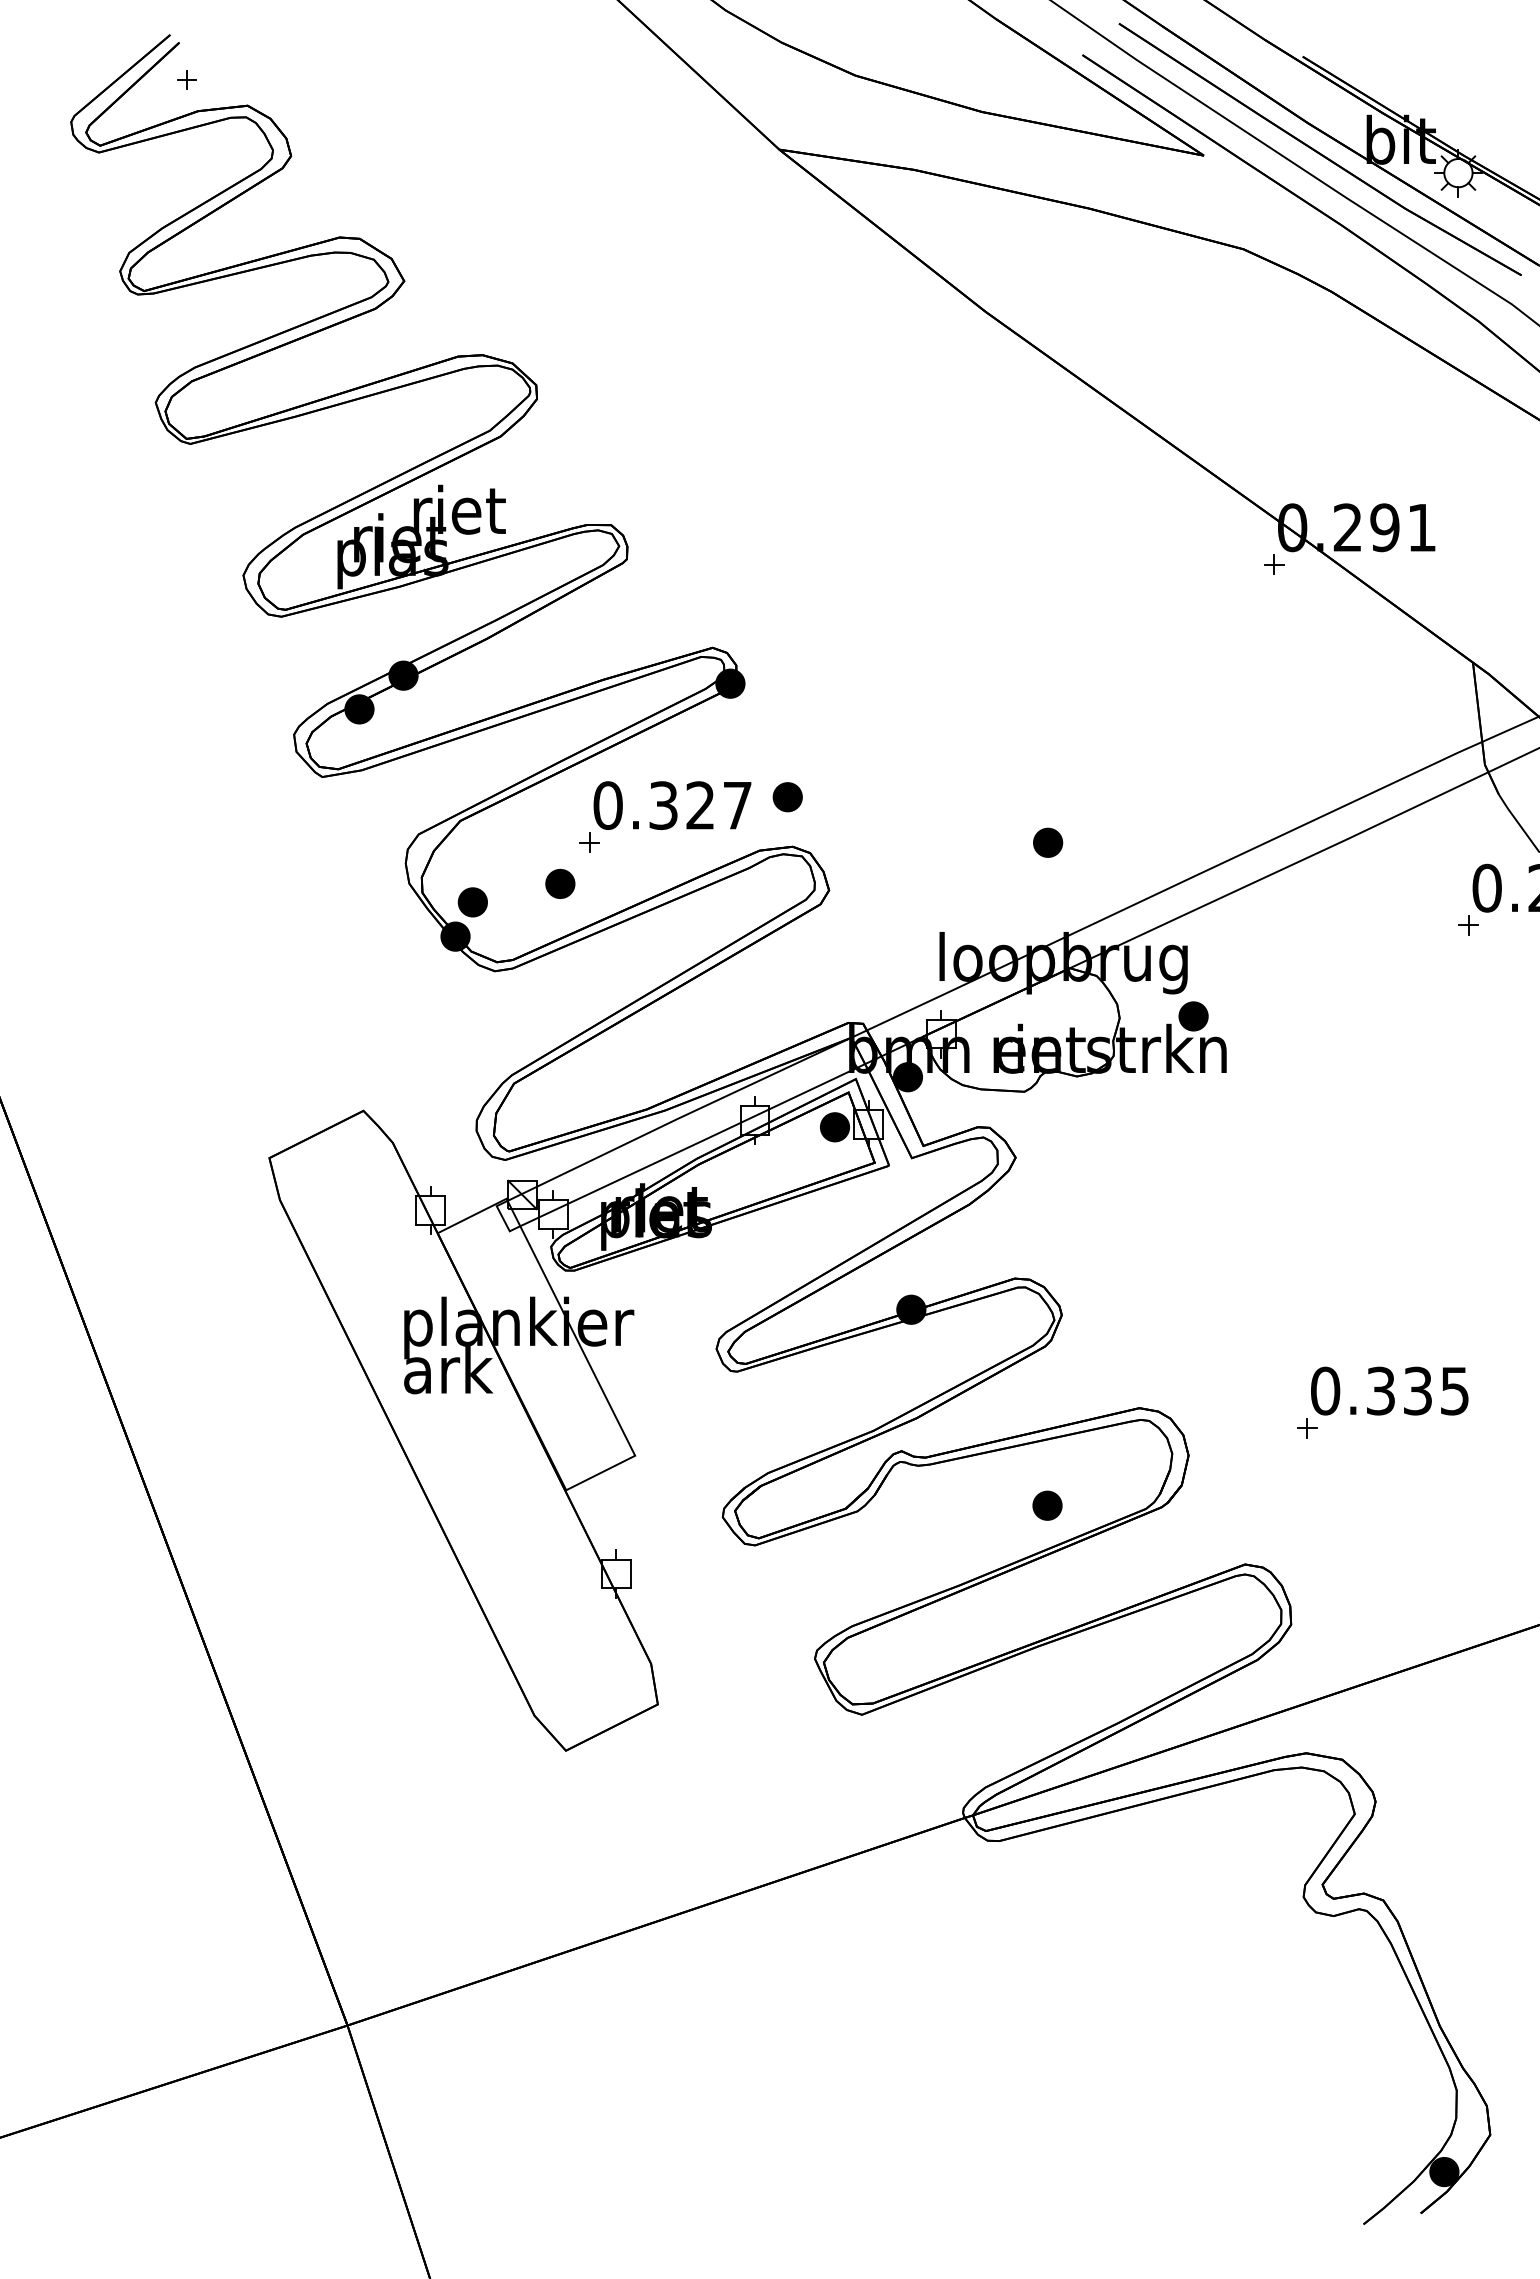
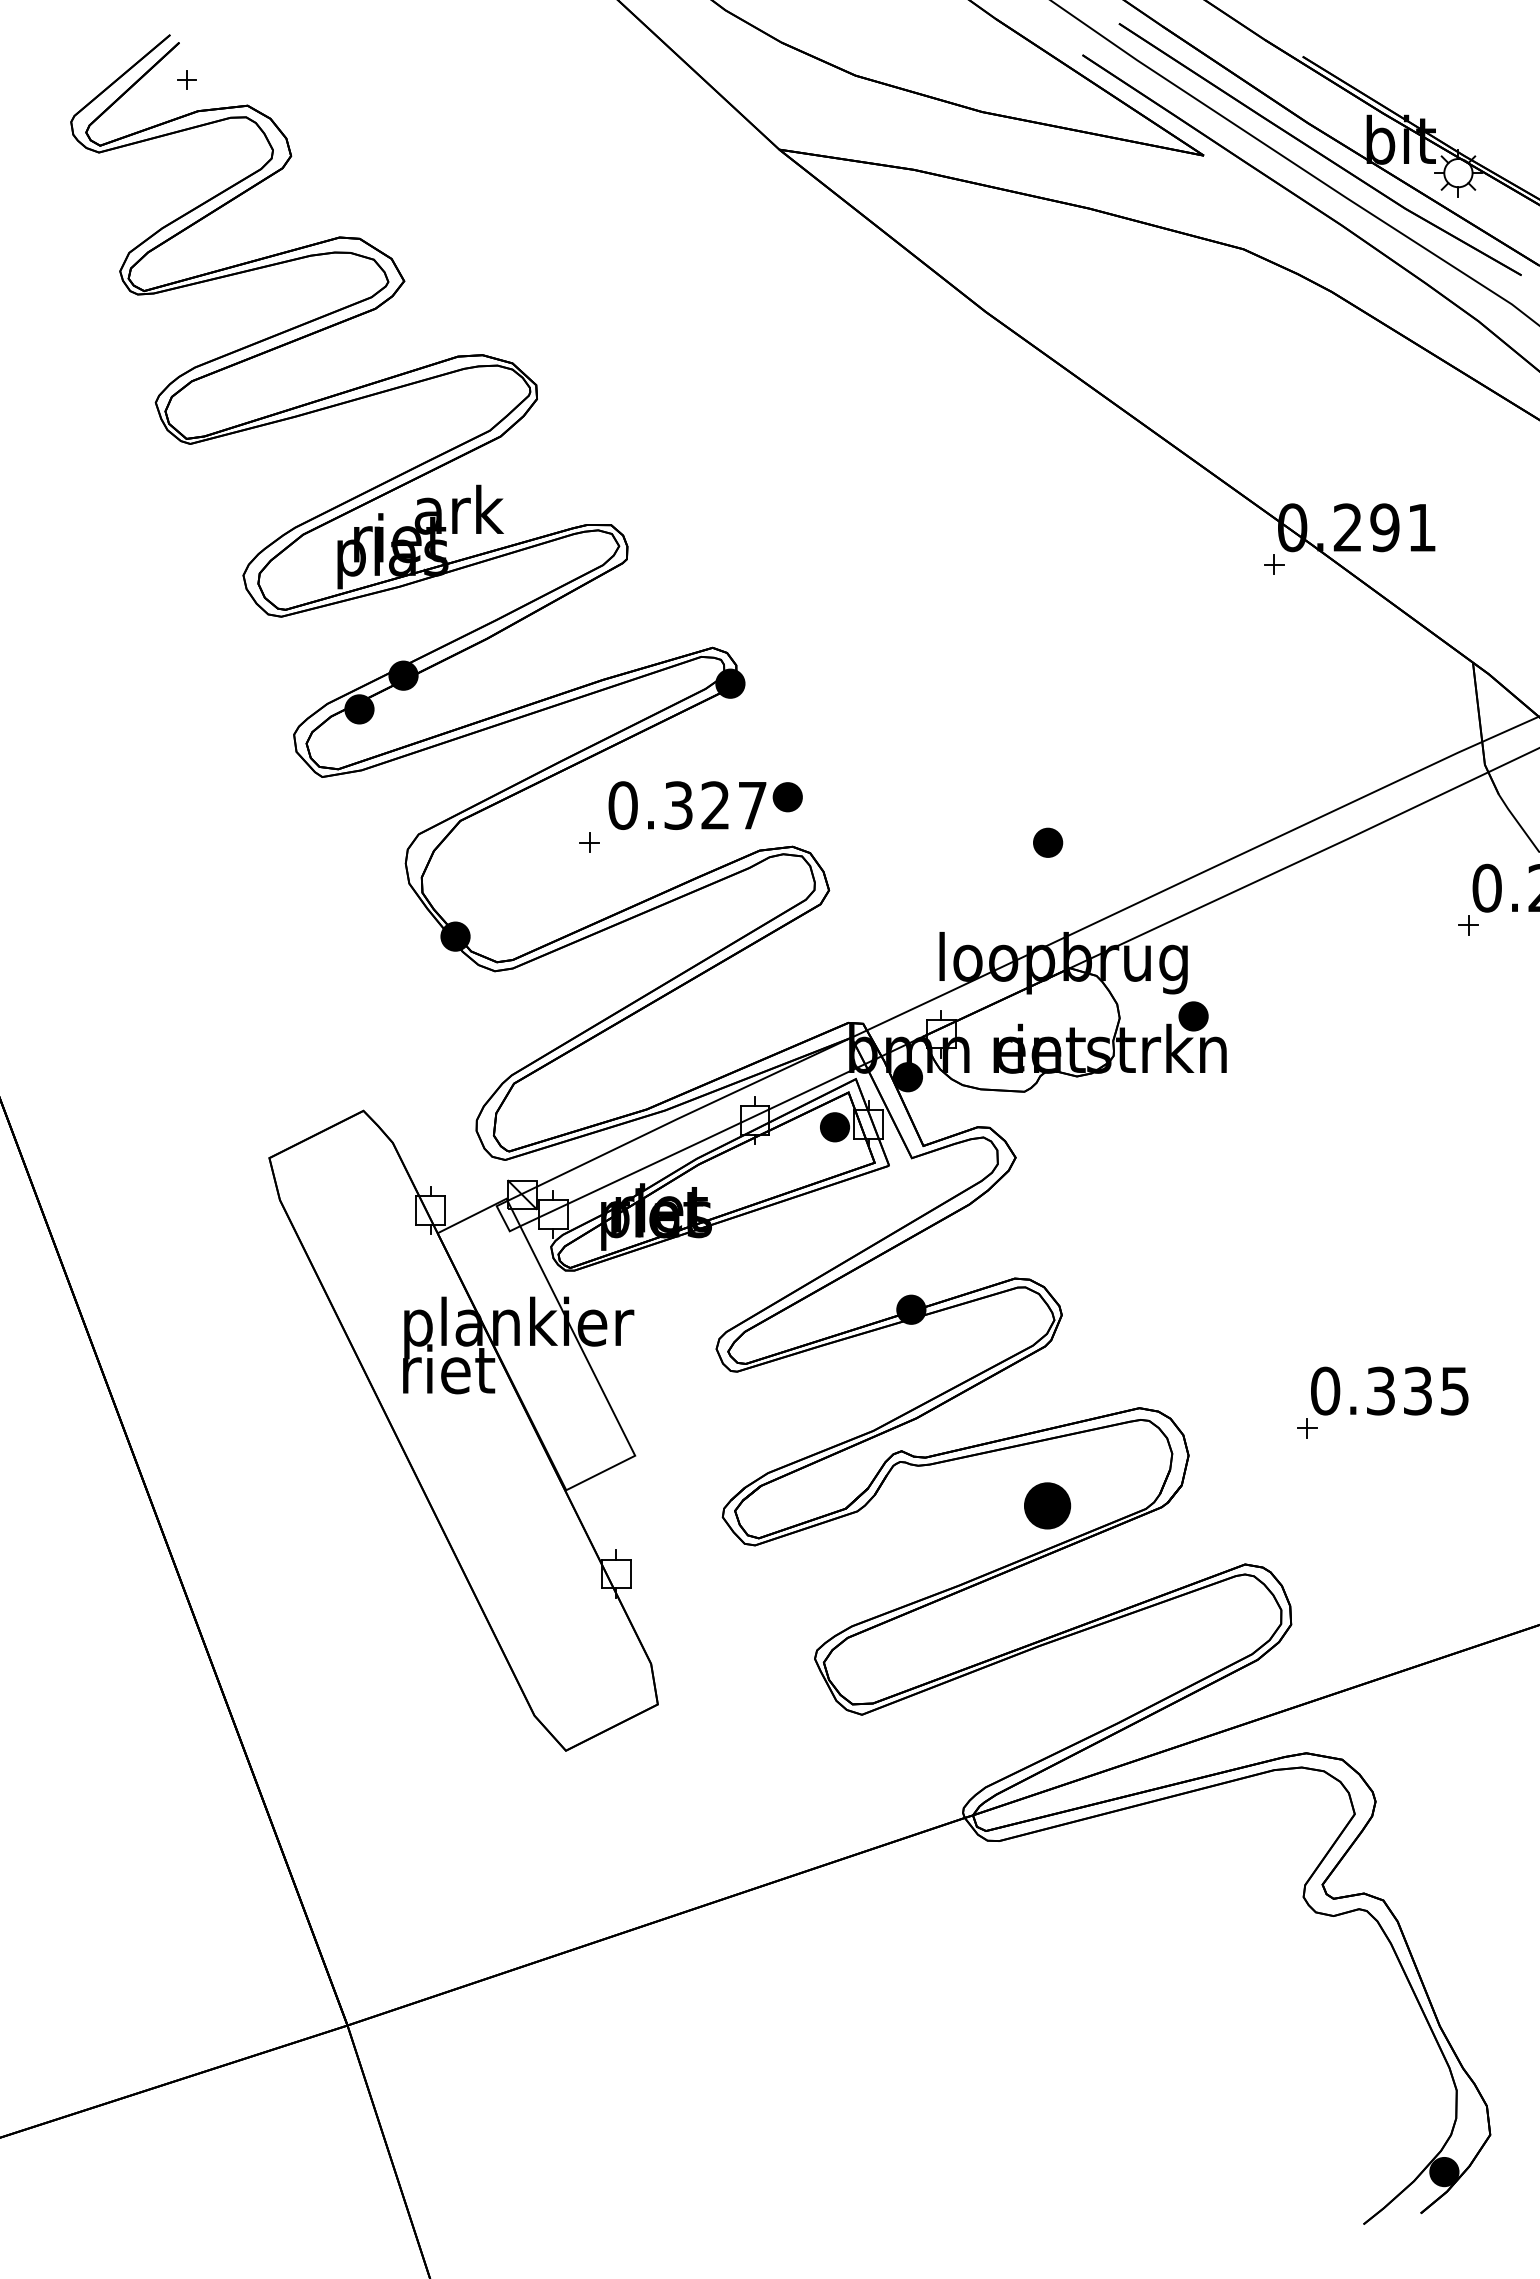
text at (459, 509): riet -> ark
text at (672, 805) position: (672, 805) -> (687, 805)
part at (560, 883): present -> none
part at (472, 902): present -> none
text at (449, 1369): ark -> riet
part at (1047, 1505) size: 31x31 px -> 48x48 px
